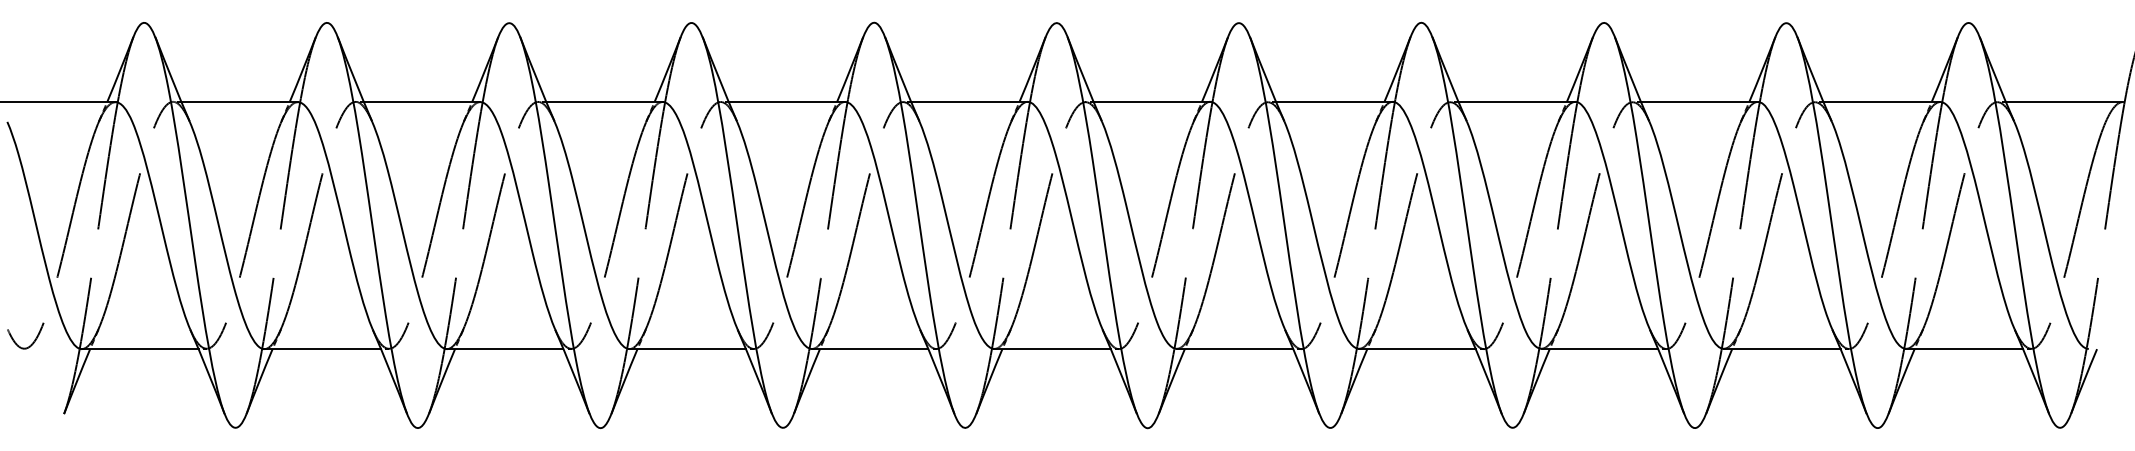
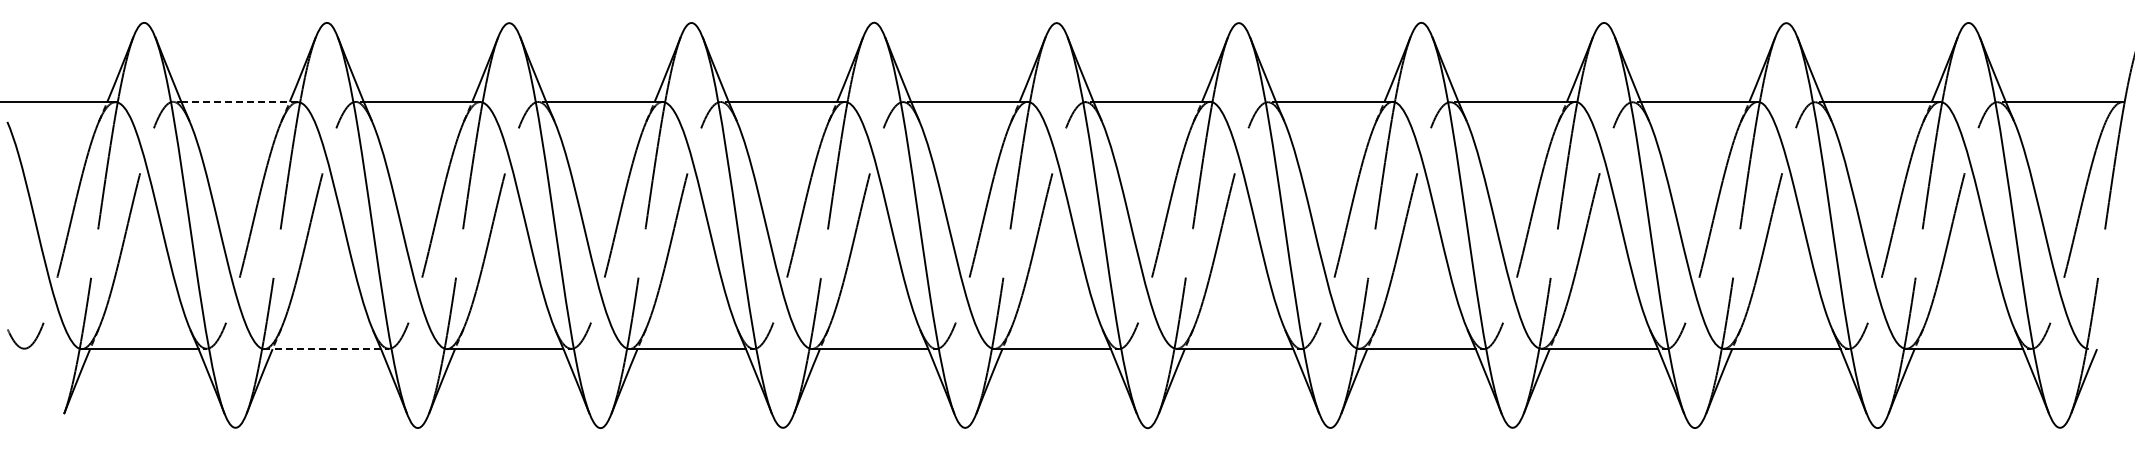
line at (239, 101): solid -> dashed
line at (322, 349): solid -> dashed
